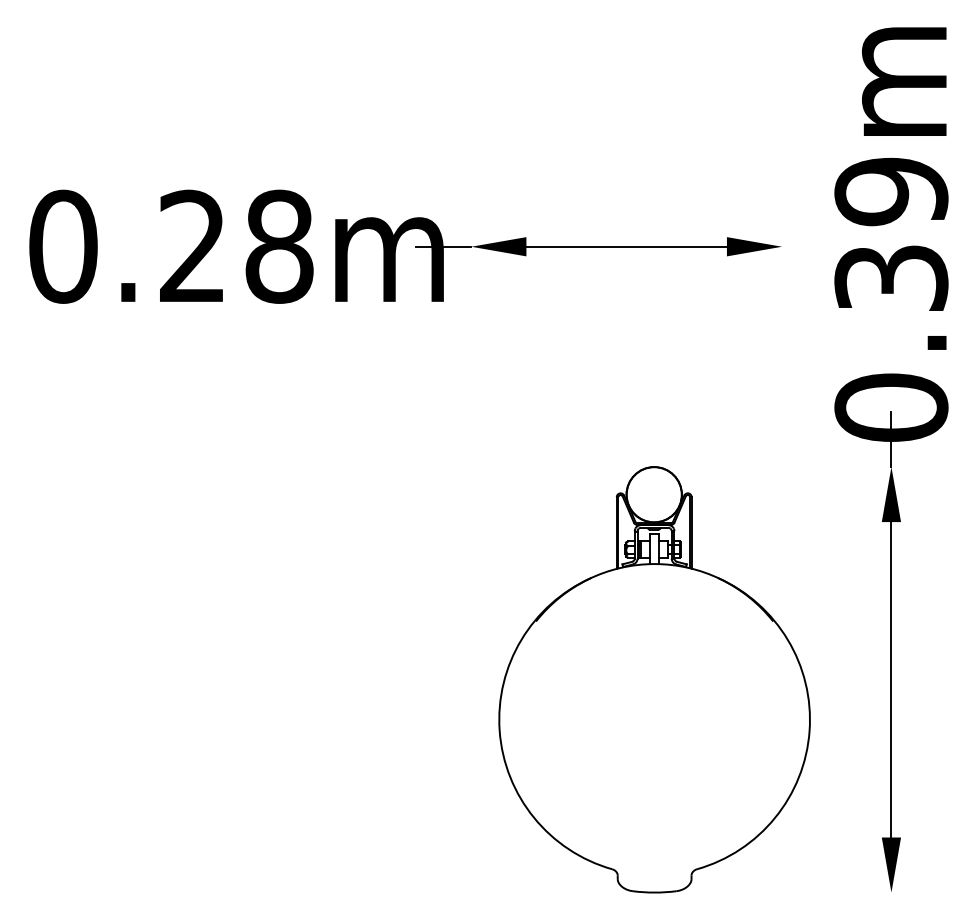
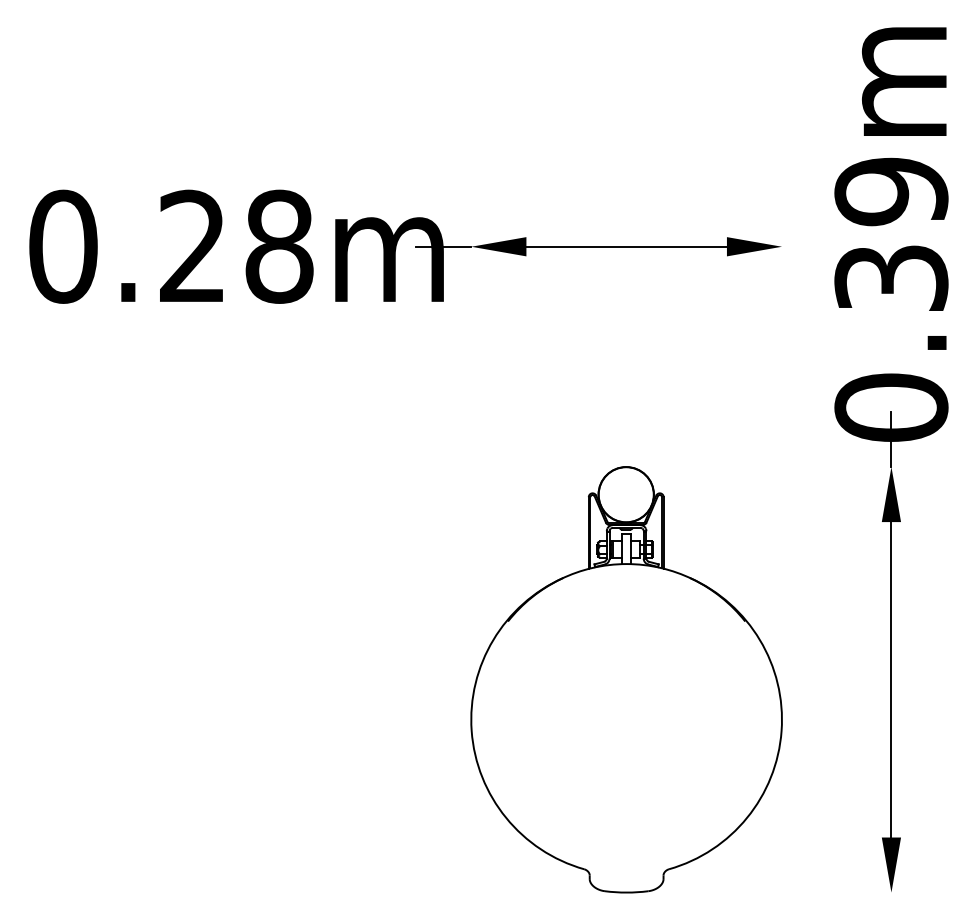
part at (654, 679) position: (654, 679) -> (626, 679)
